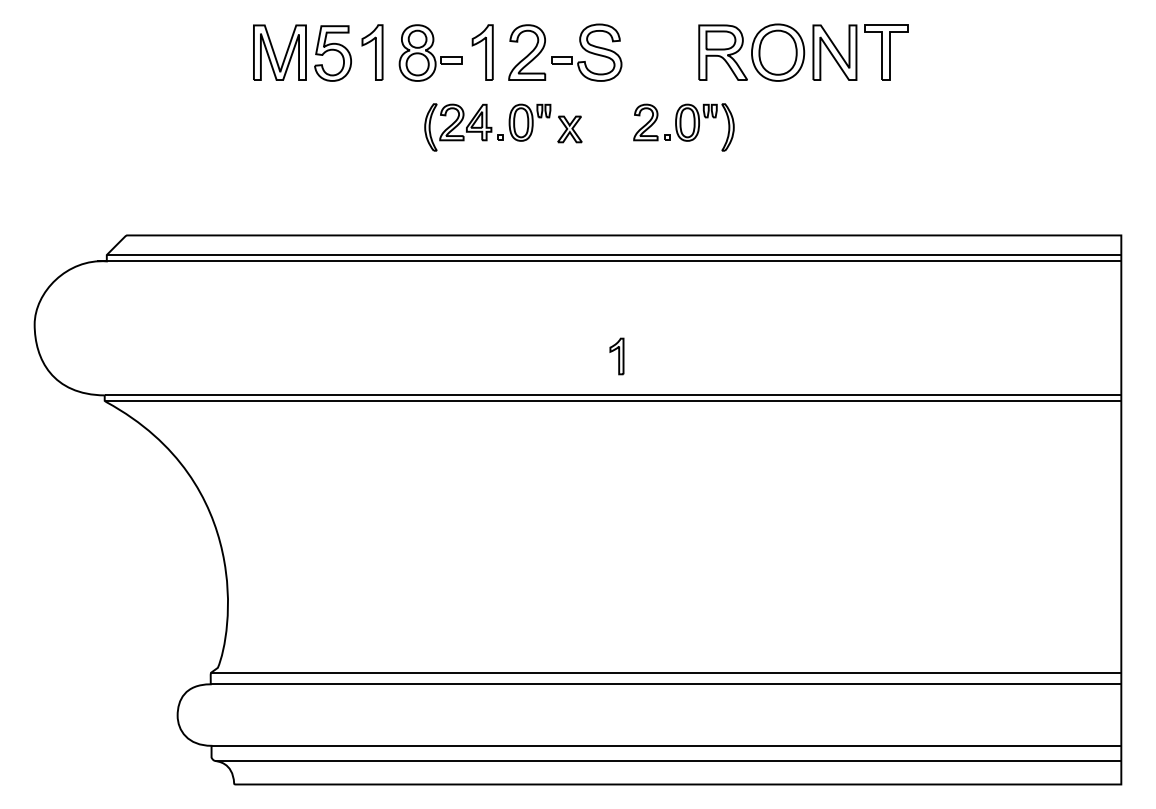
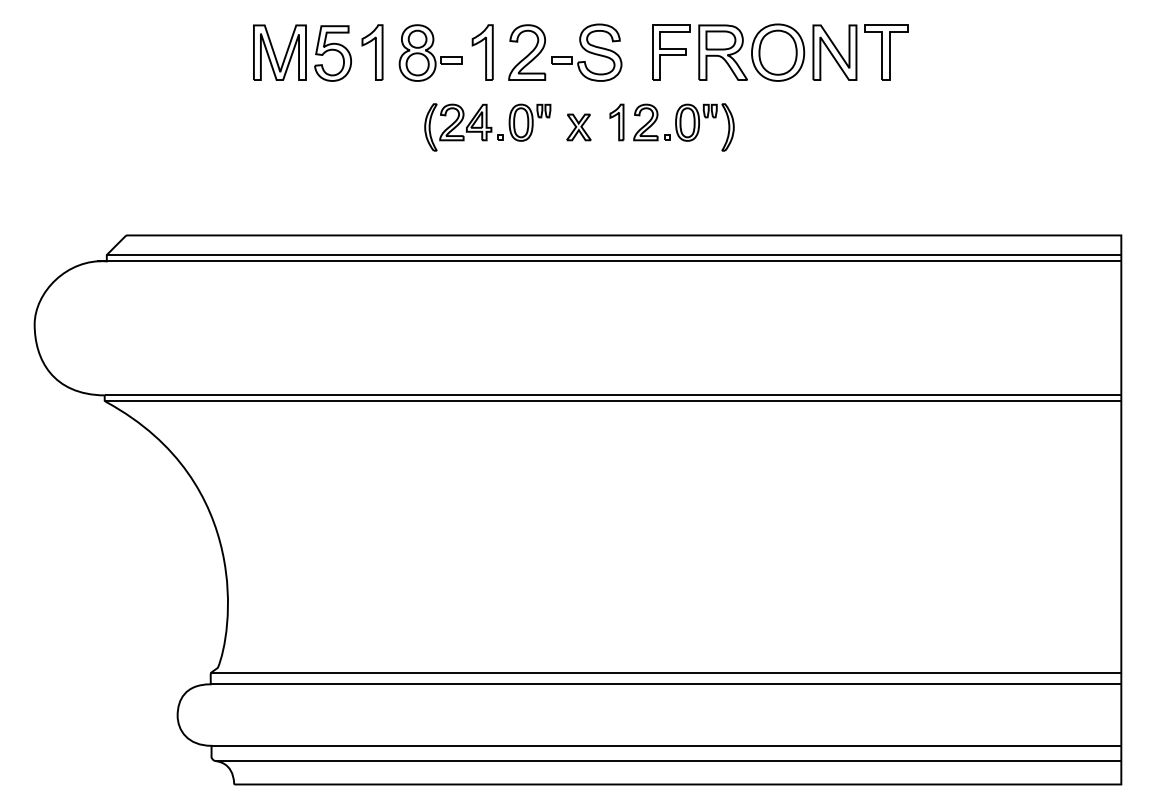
part at (671, 52): none -> present
part at (569, 129) position: (569, 129) -> (578, 127)
part at (616, 356) position: (616, 356) -> (616, 122)
